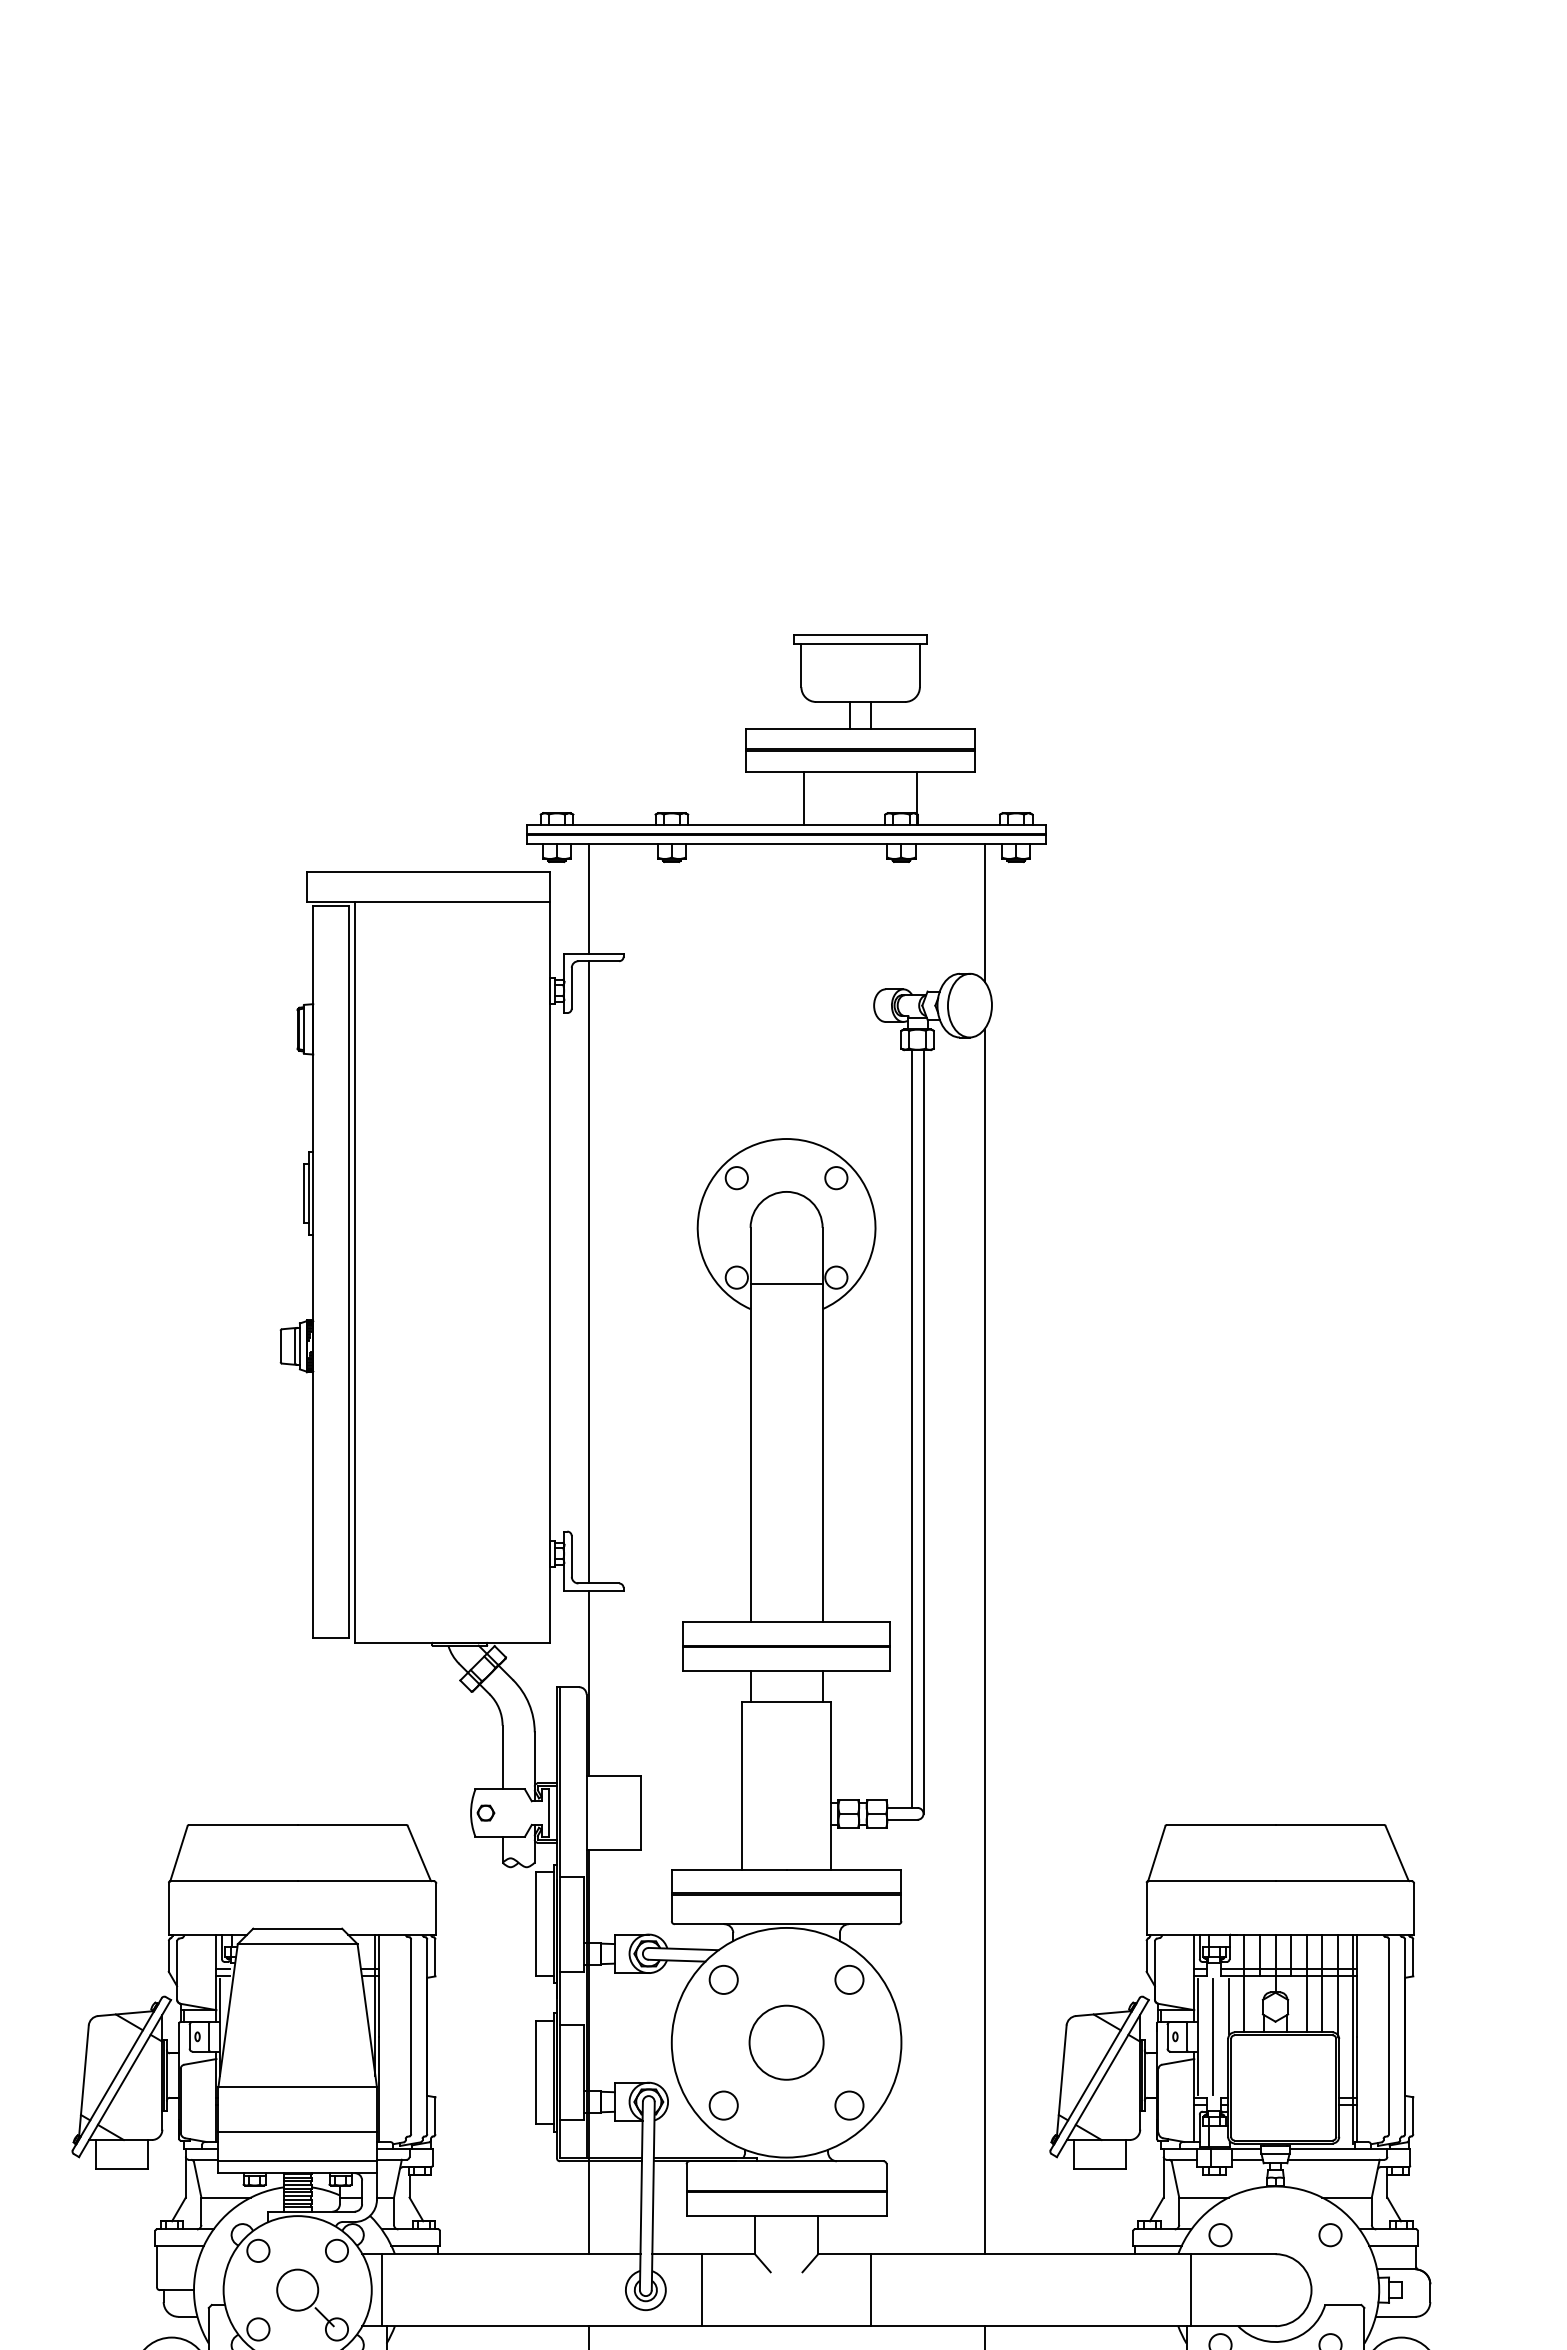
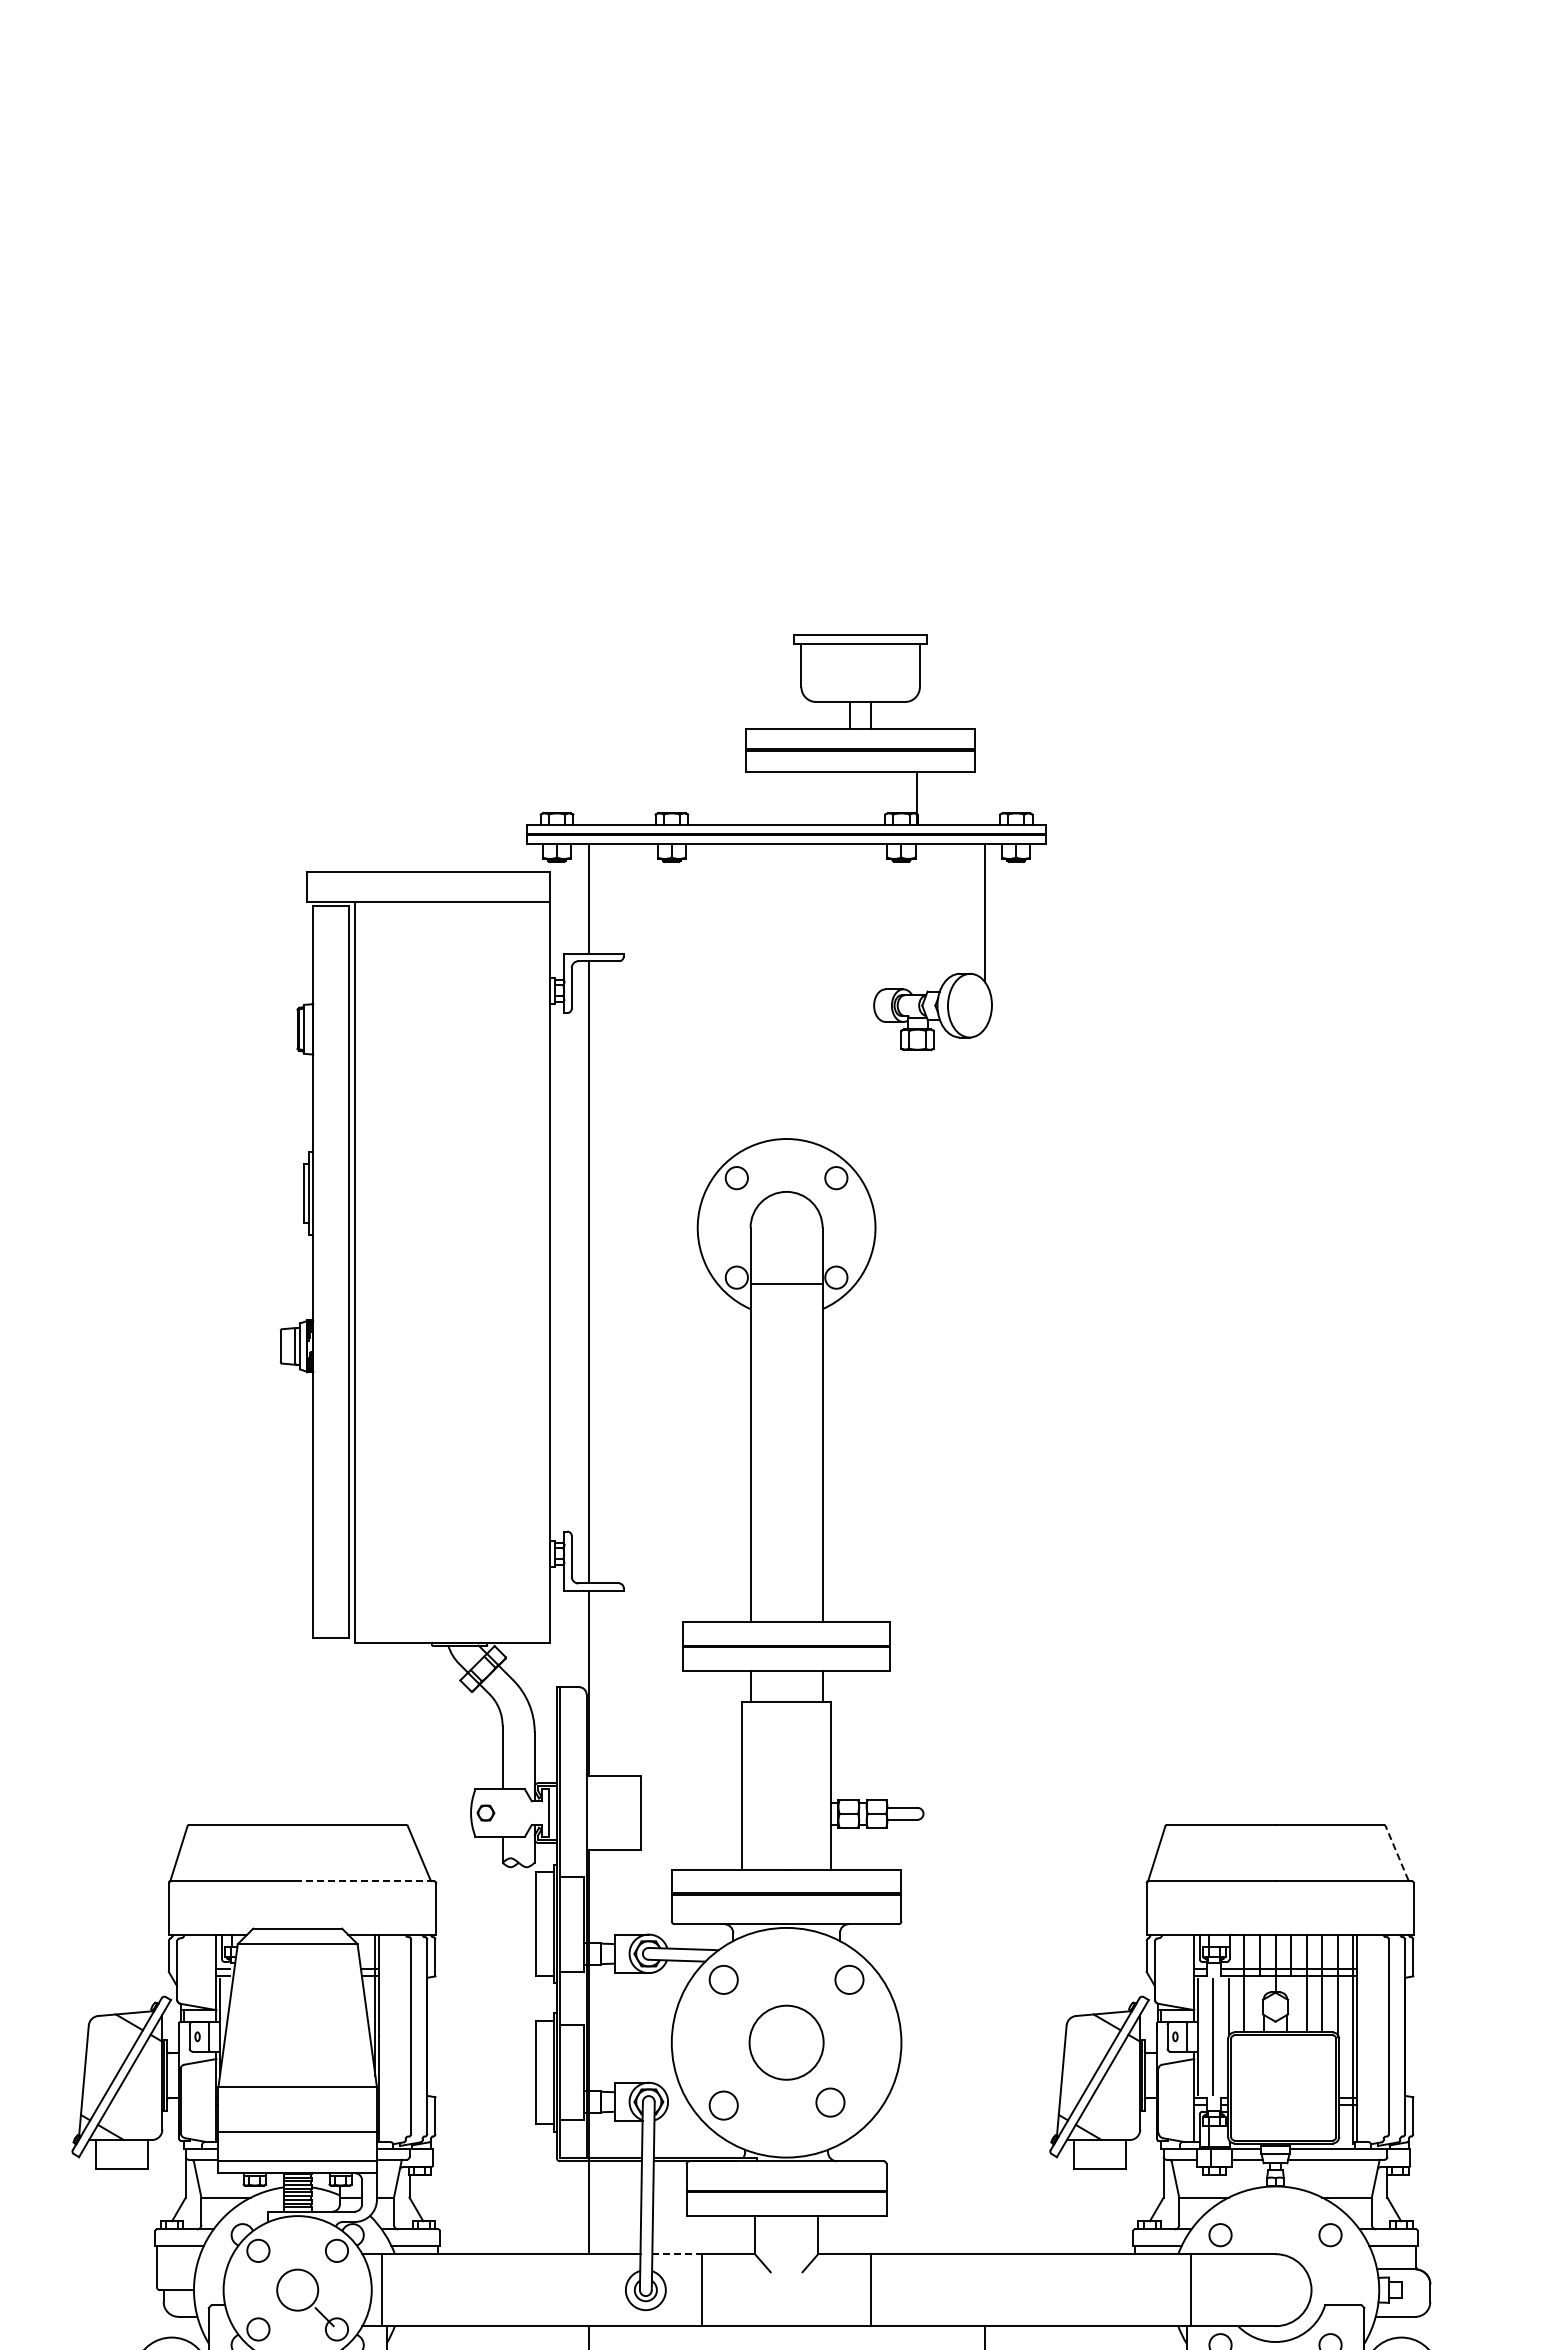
line at (804, 797): present -> none
line at (911, 1428): present -> none
line at (923, 1431): present -> none
line at (984, 1641): present -> none
line at (1397, 1853): solid -> dashed
line at (365, 1881): solid -> dashed
circle at (849, 2105) position: (849, 2105) -> (830, 2102)
line at (677, 2254): solid -> dashed
